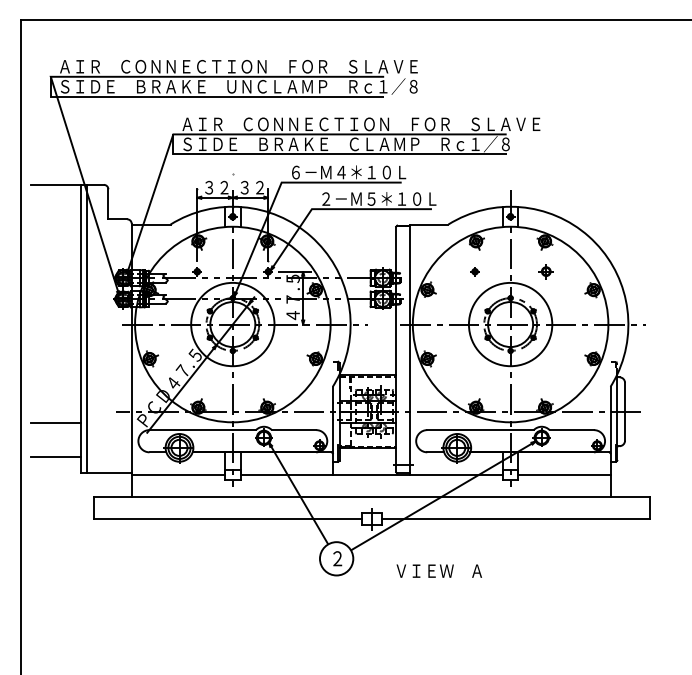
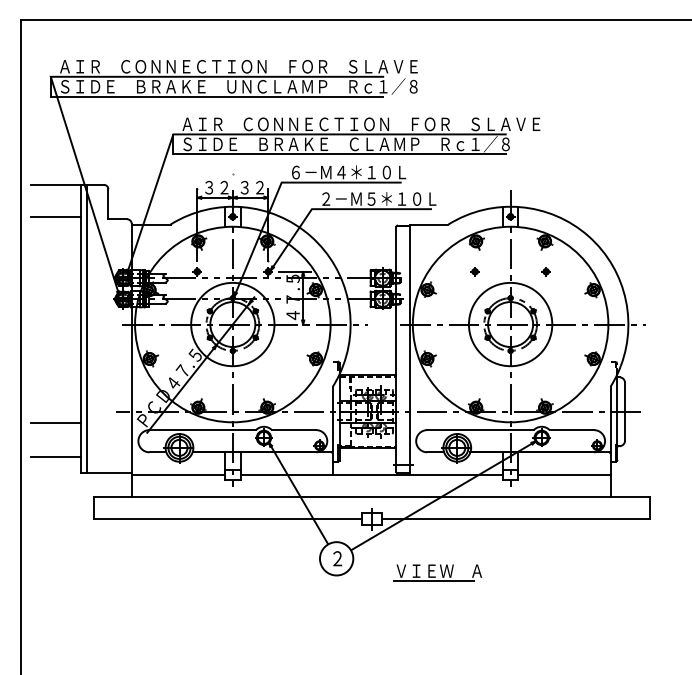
line at (55, 217): none -> present
part at (545, 271) size: 16x16 px -> 10x10 px
line at (433, 581): none -> present
